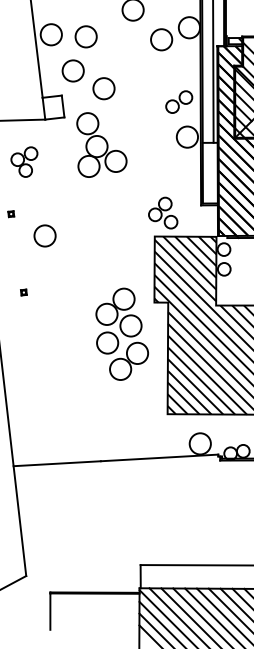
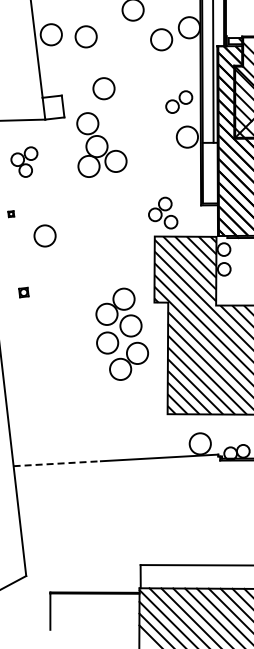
circle at (72, 70): present -> none
part at (23, 292) size: 8x9 px -> 12x13 px
line at (57, 463): solid -> dashed
